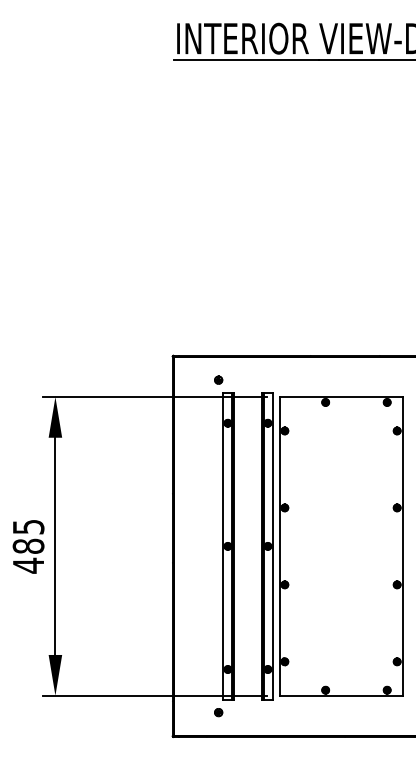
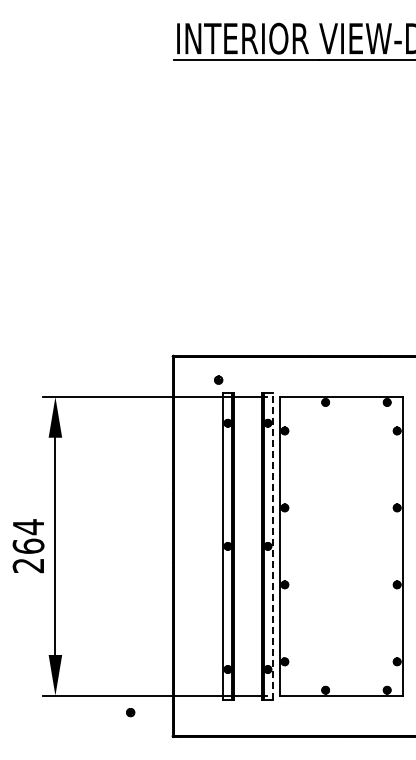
text at (28, 546): 485 -> 264
line at (272, 546): solid -> dashed
part at (218, 712) position: (218, 712) -> (130, 712)
